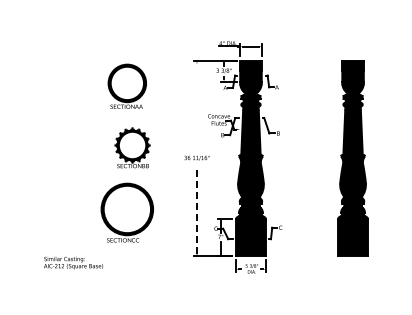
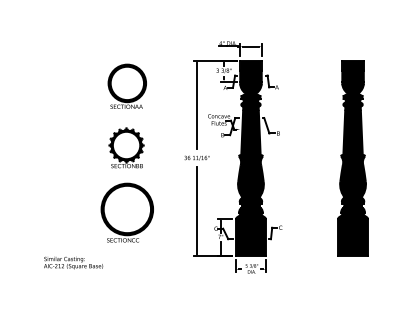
line at (197, 105): none -> present
part at (132, 147) position: (132, 147) -> (126, 147)
line at (197, 209): dashed -> solid
